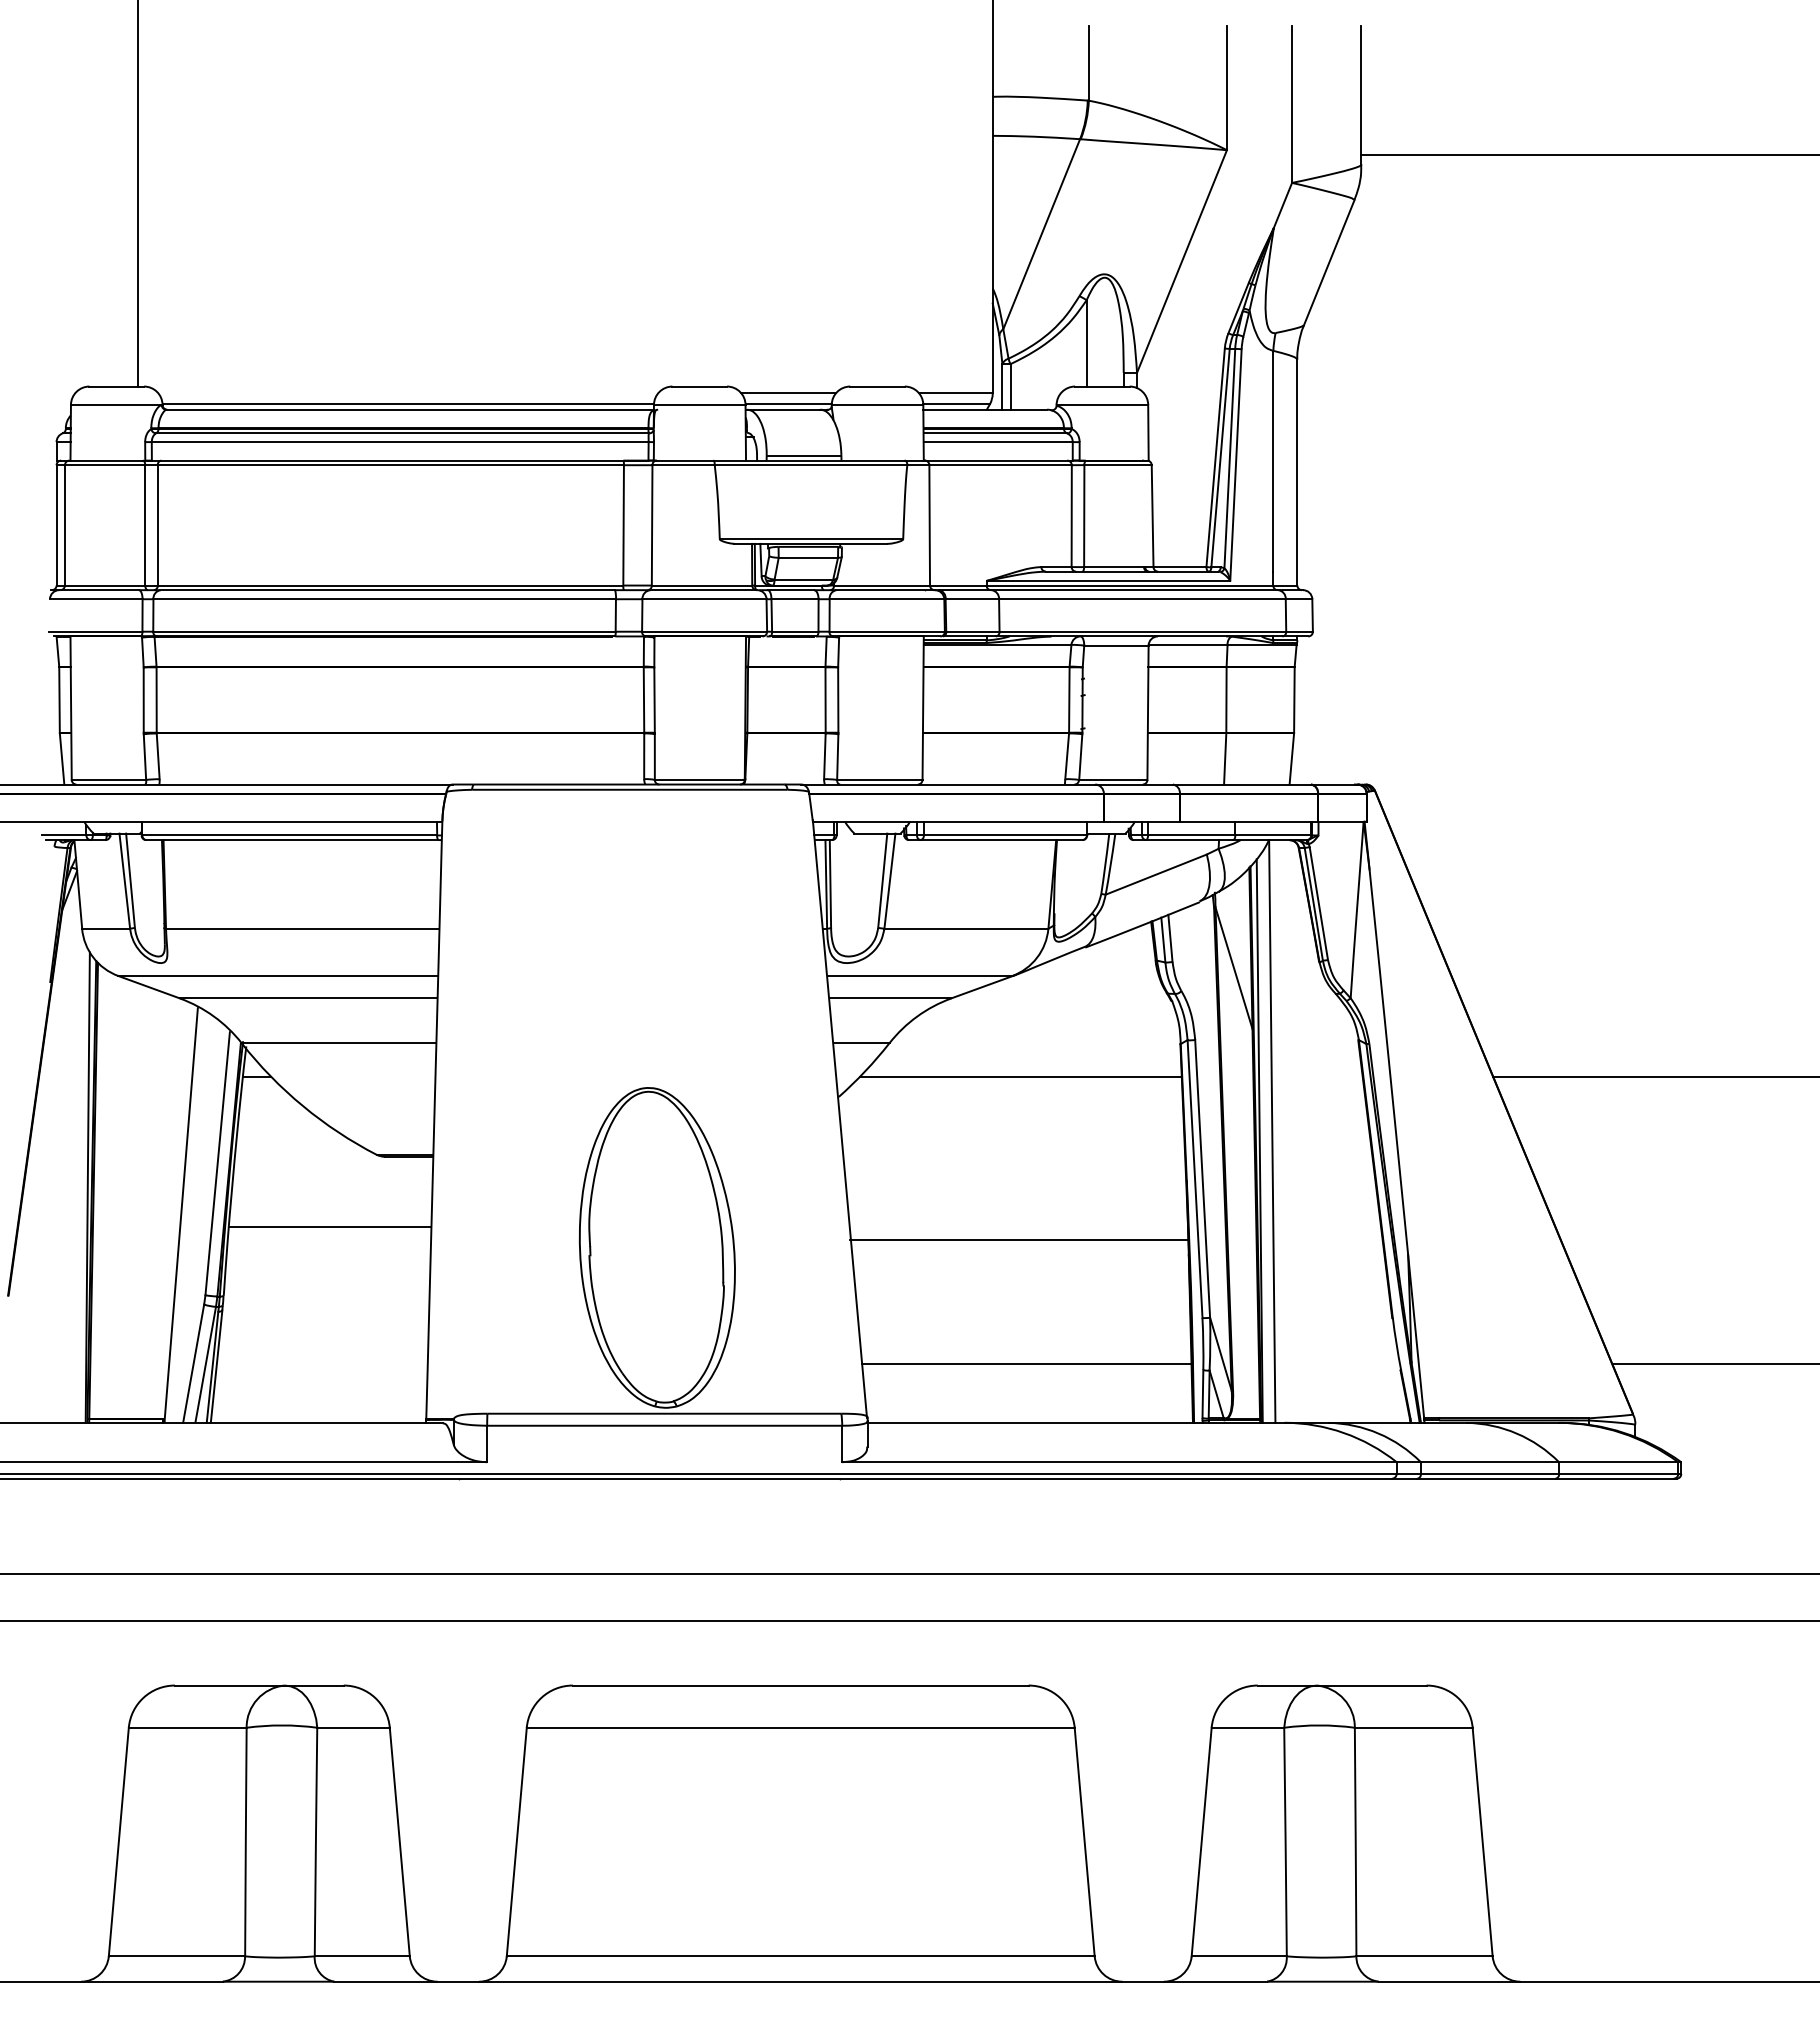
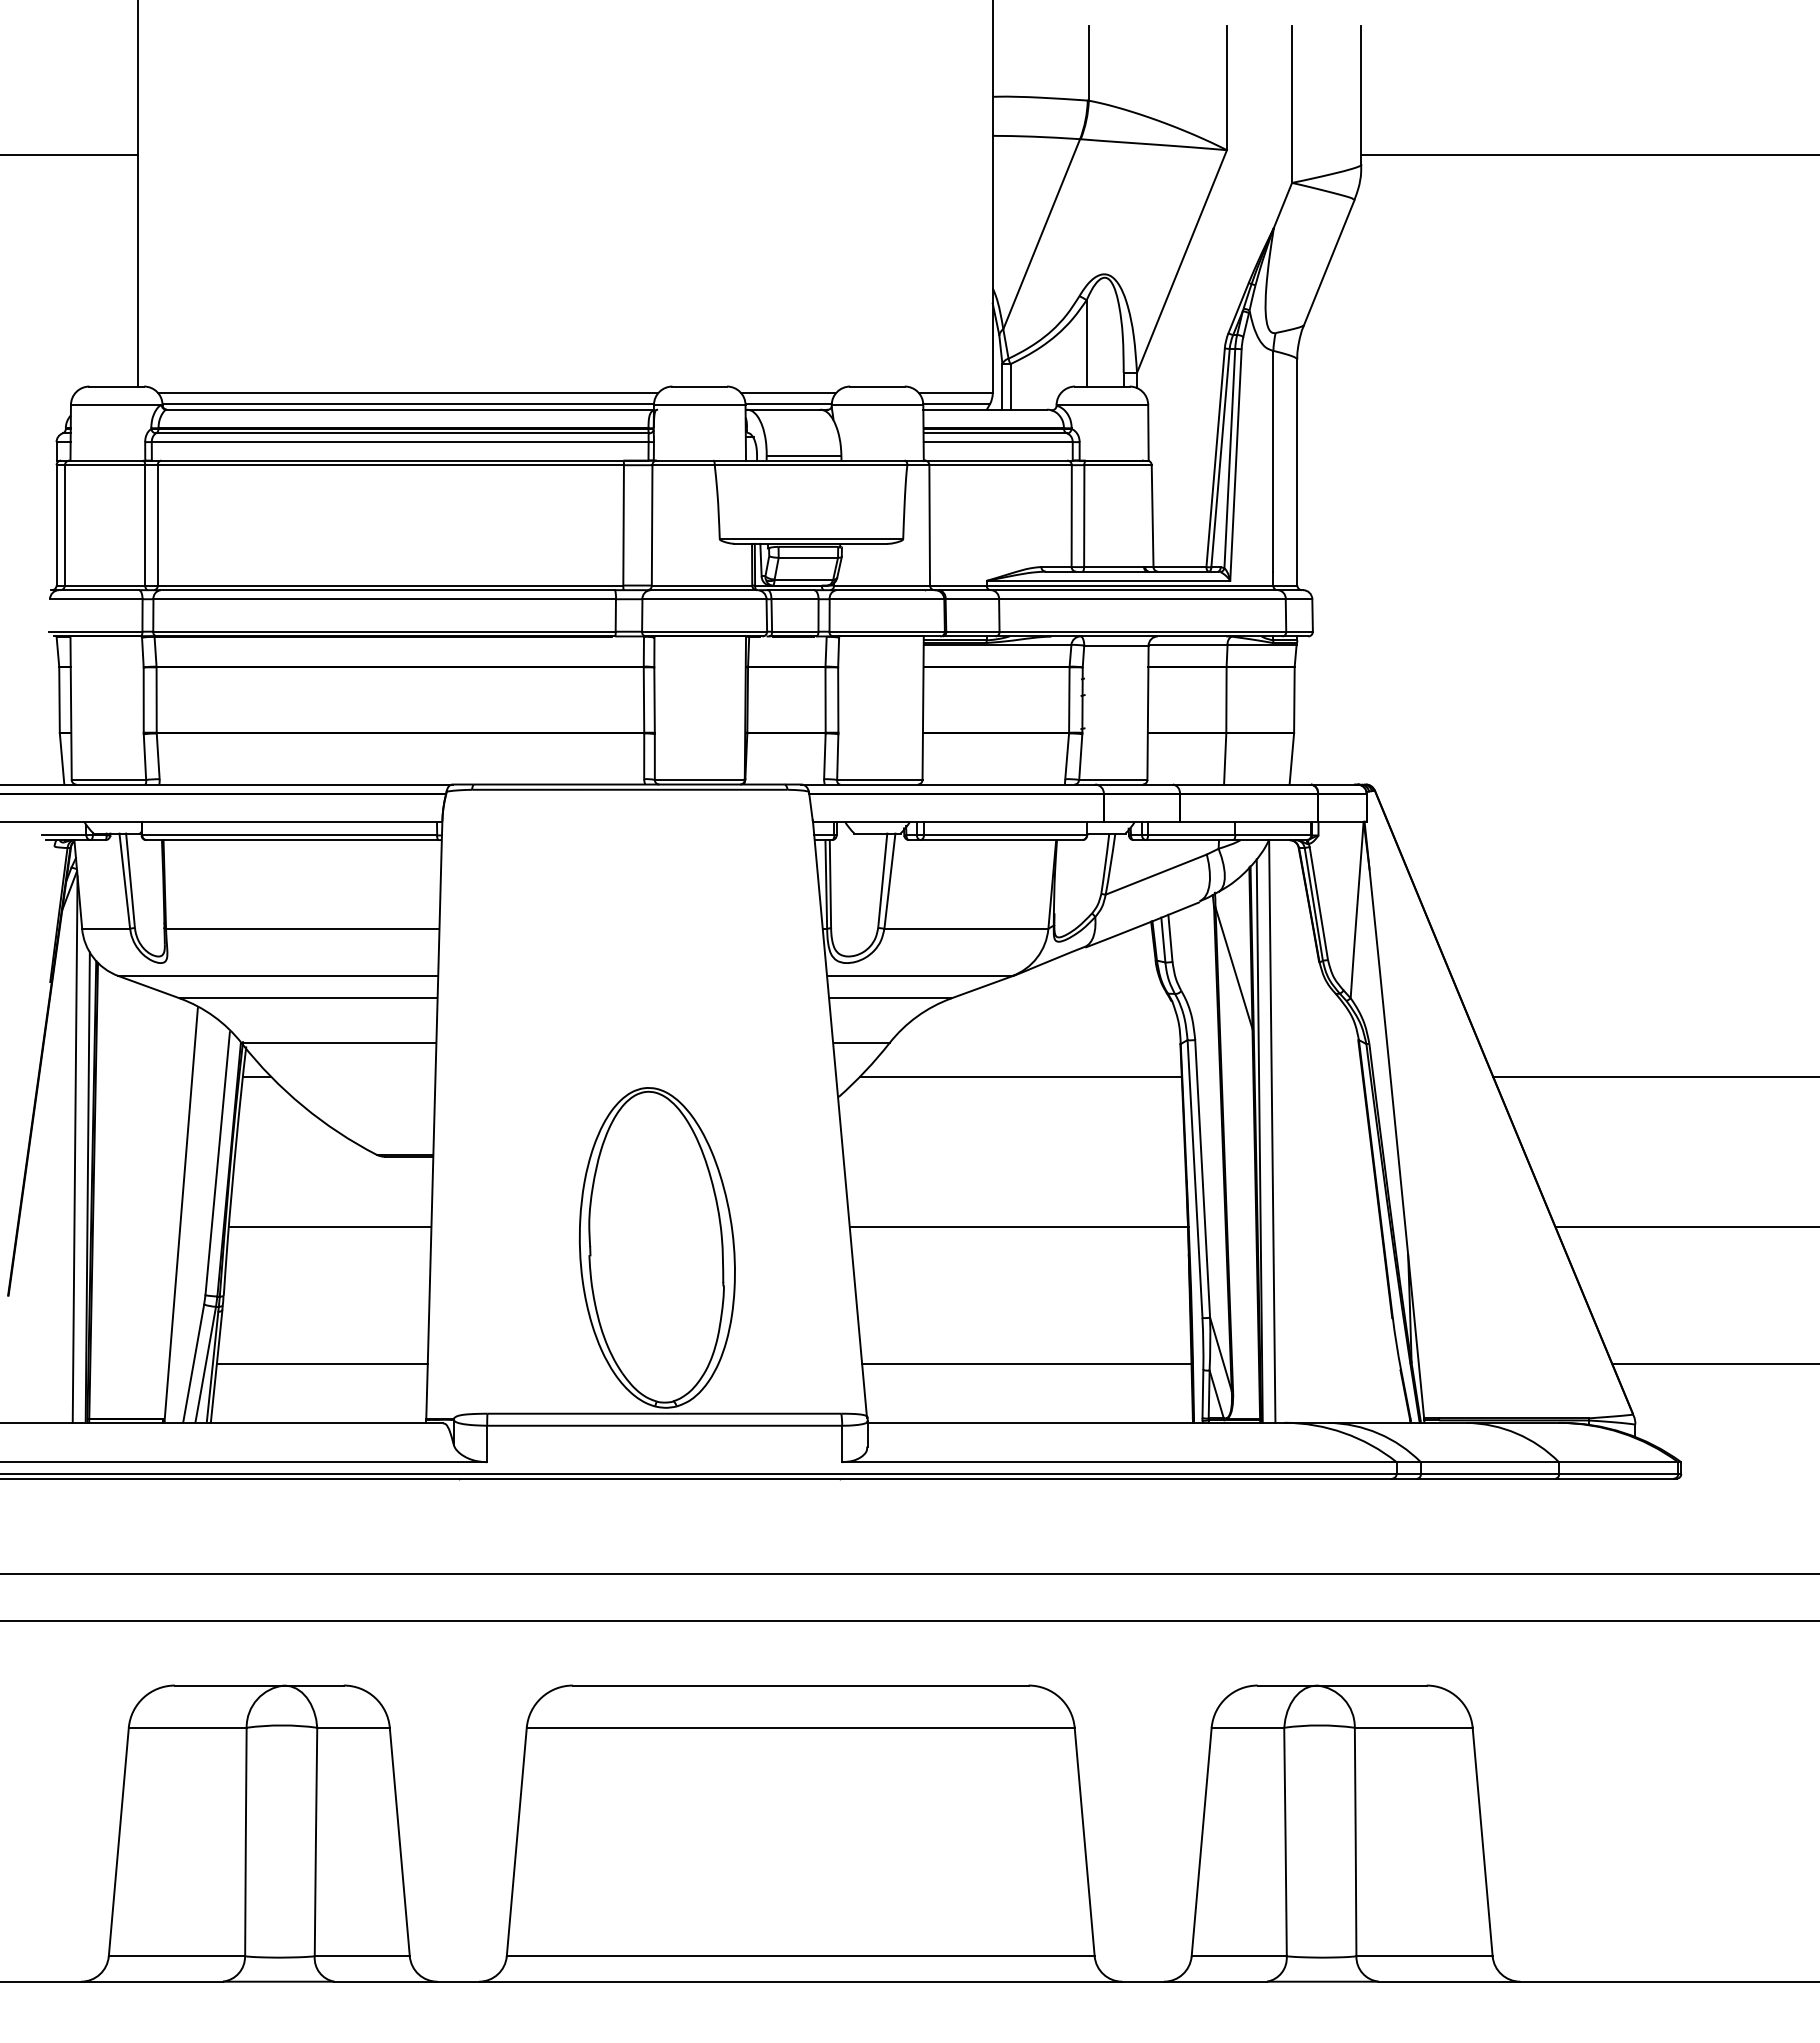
line at (70, 155): none -> present
line at (408, 393): none -> present
line at (74, 1149): none -> present
line at (1685, 1226): none -> present
line at (1018, 1239) position: (1018, 1239) -> (1018, 1226)
line at (321, 1364): none -> present
